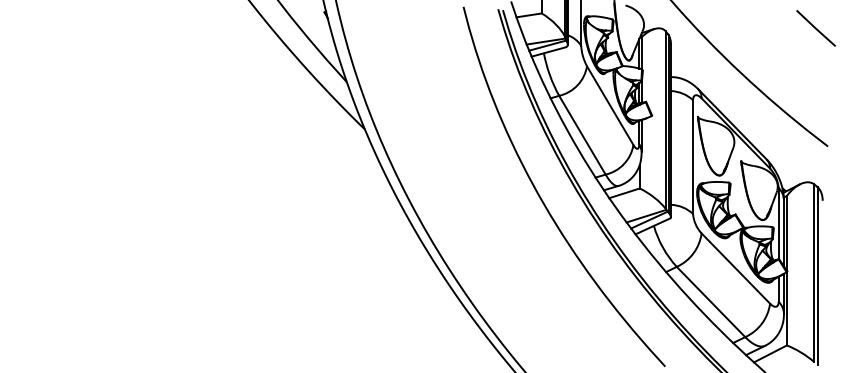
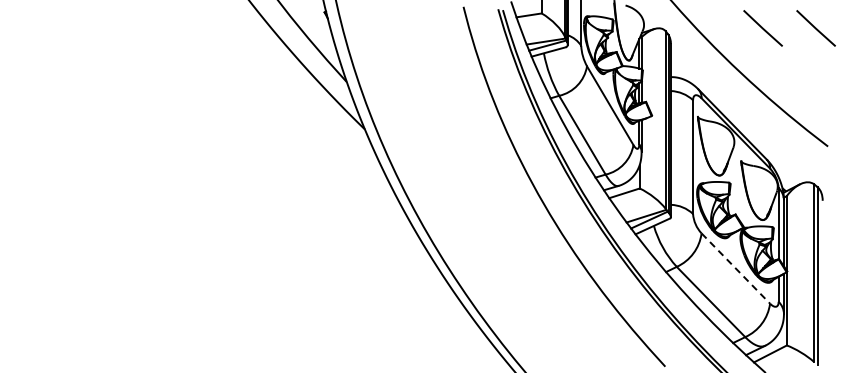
line at (762, 28): none -> present
line at (736, 268): solid -> dashed
